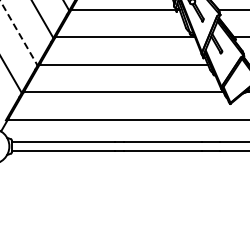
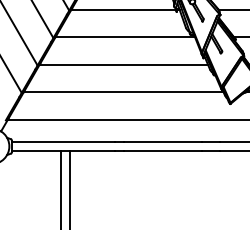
line at (19, 33): dashed -> solid
line at (61, 188): none -> present
line at (70, 188): none -> present
